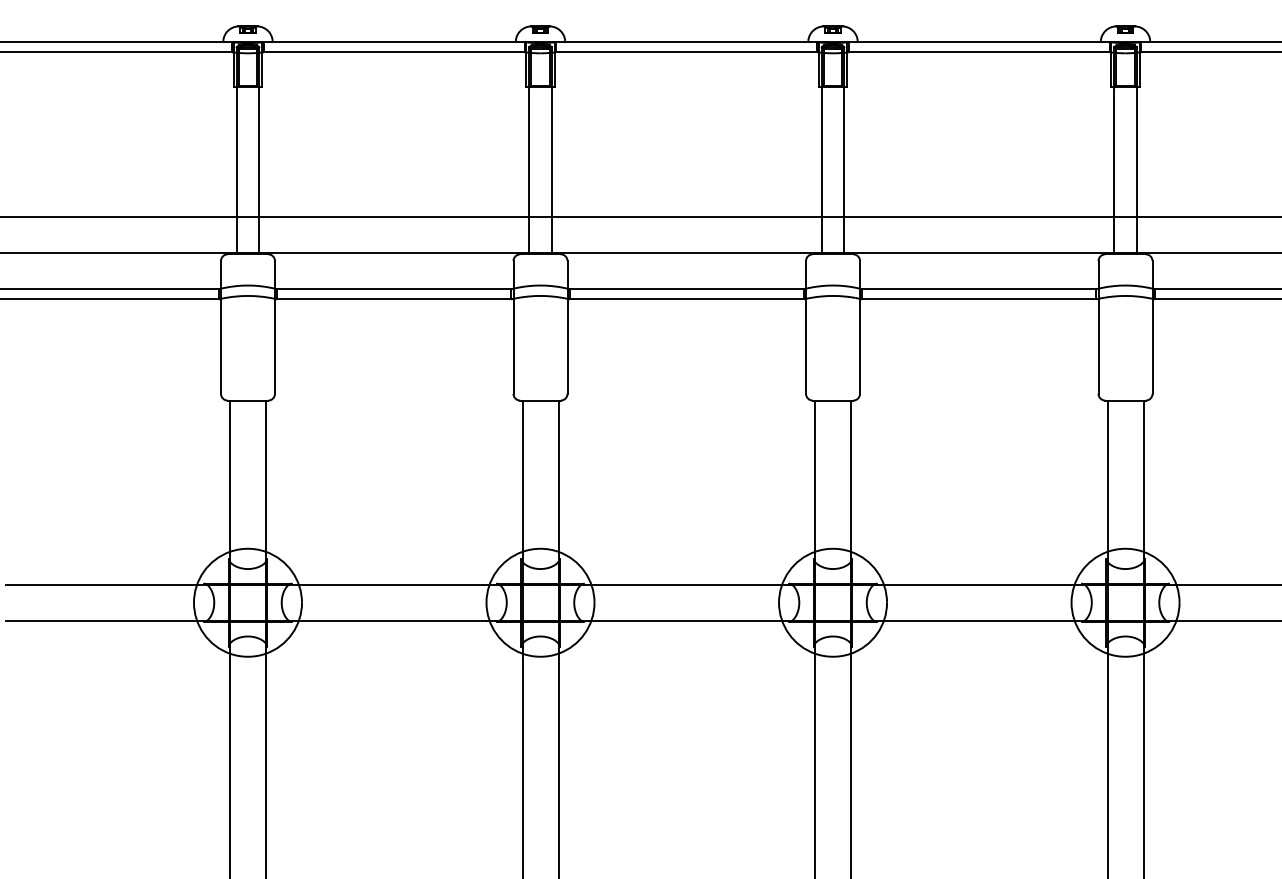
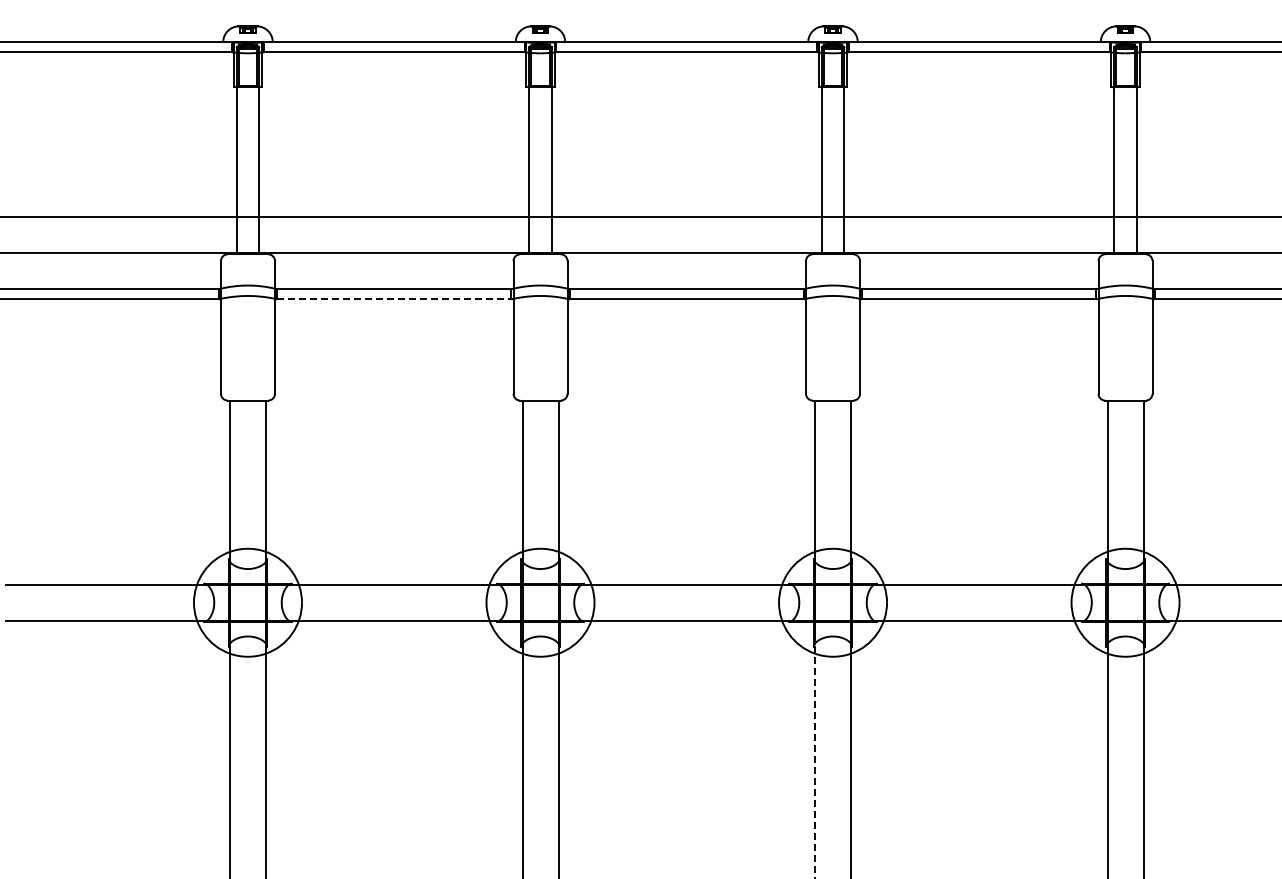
line at (394, 299): solid -> dashed
line at (815, 760): solid -> dashed
